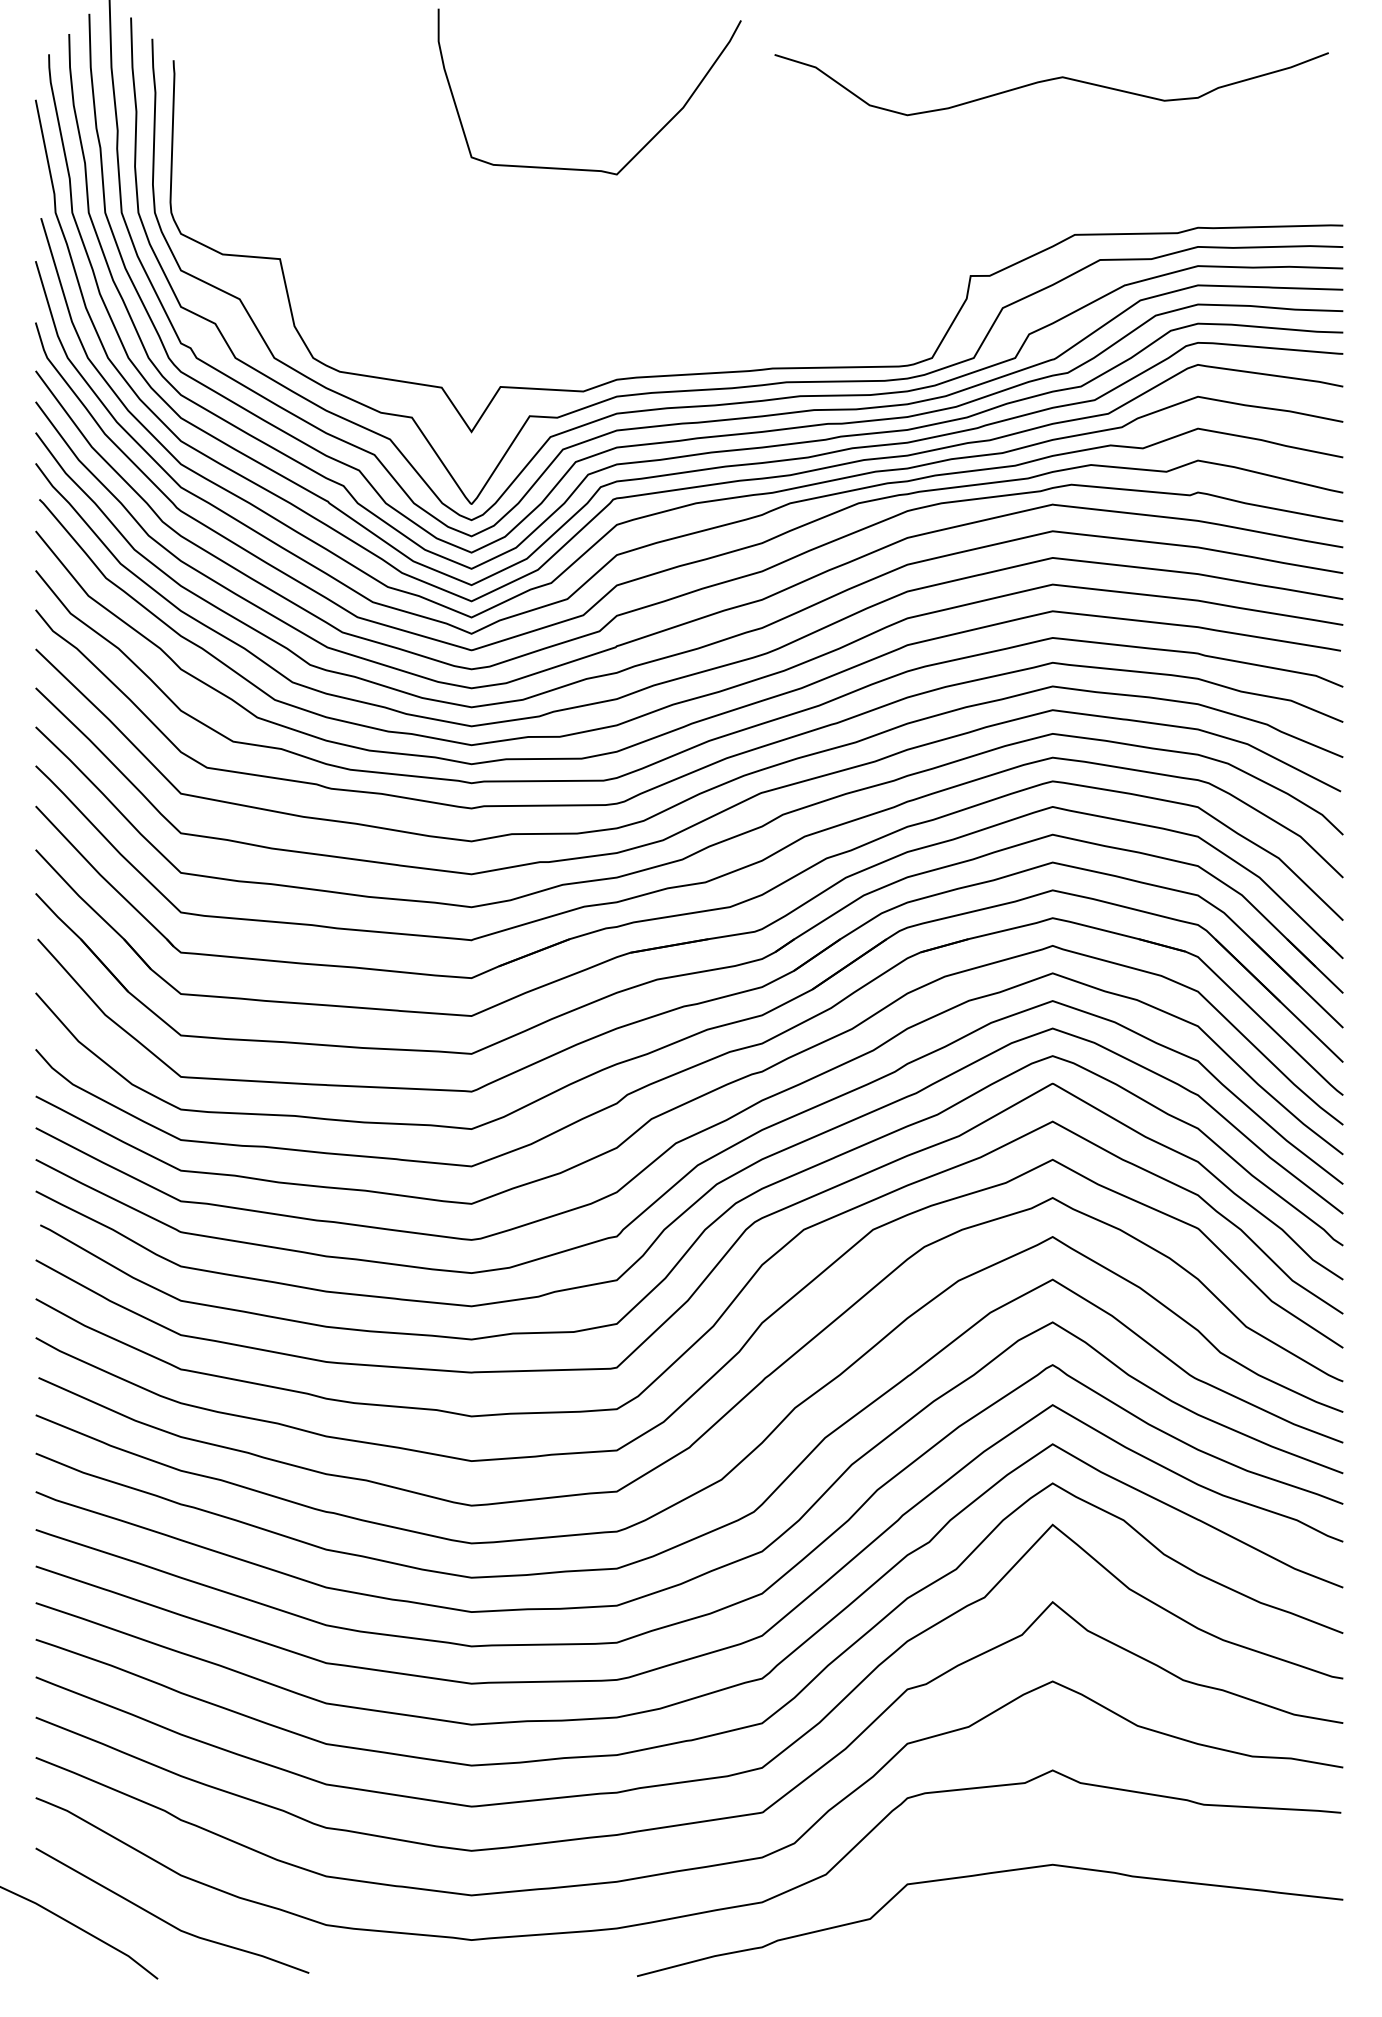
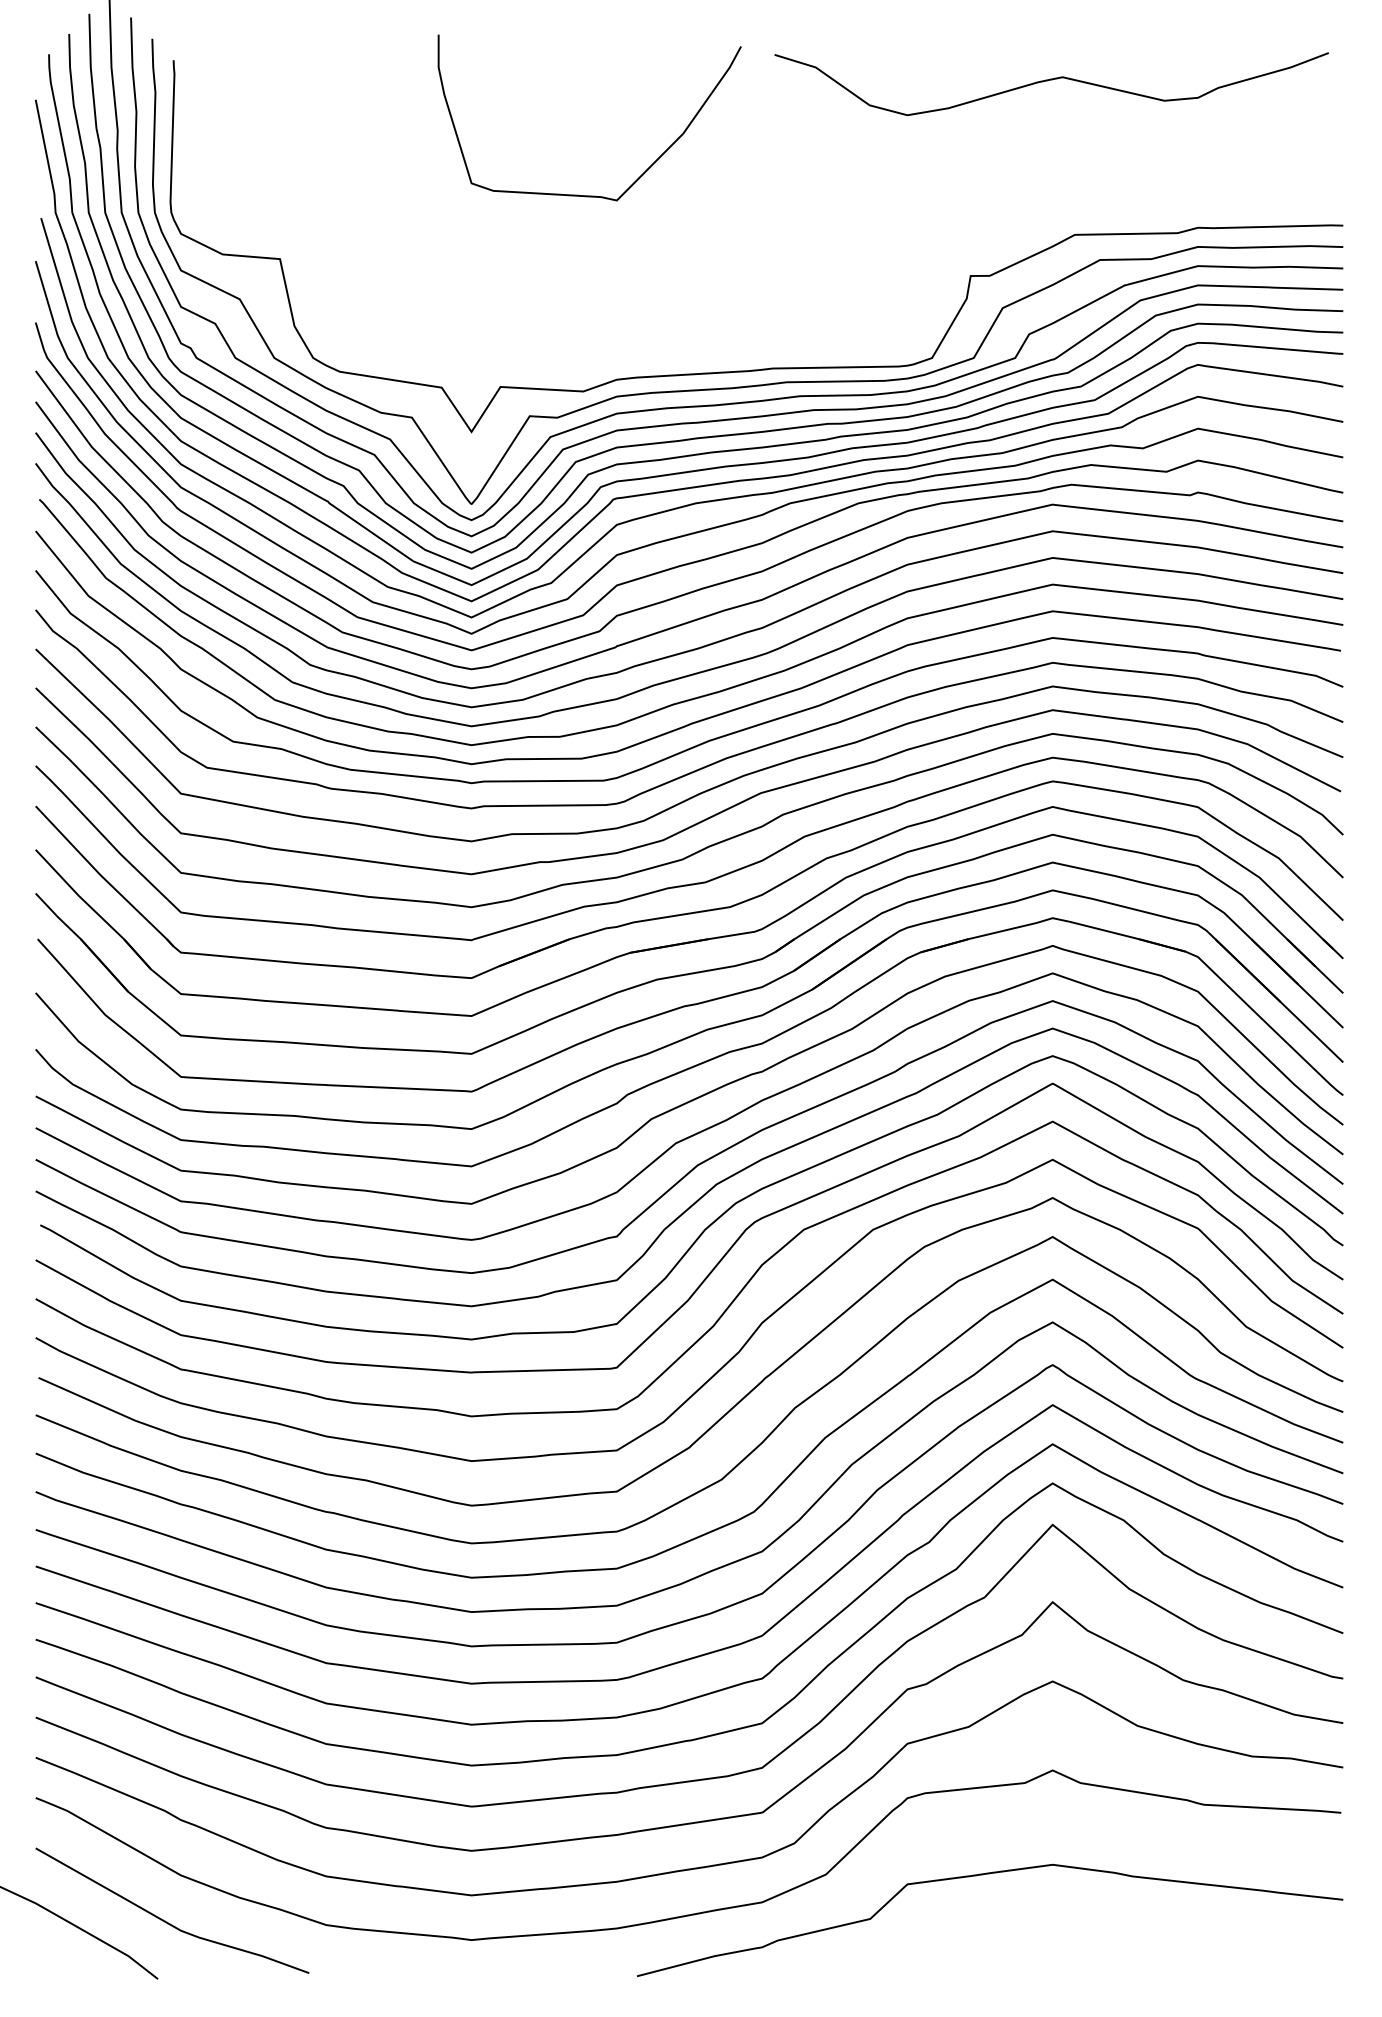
curve at (644, 145) position: (644, 145) -> (644, 171)
